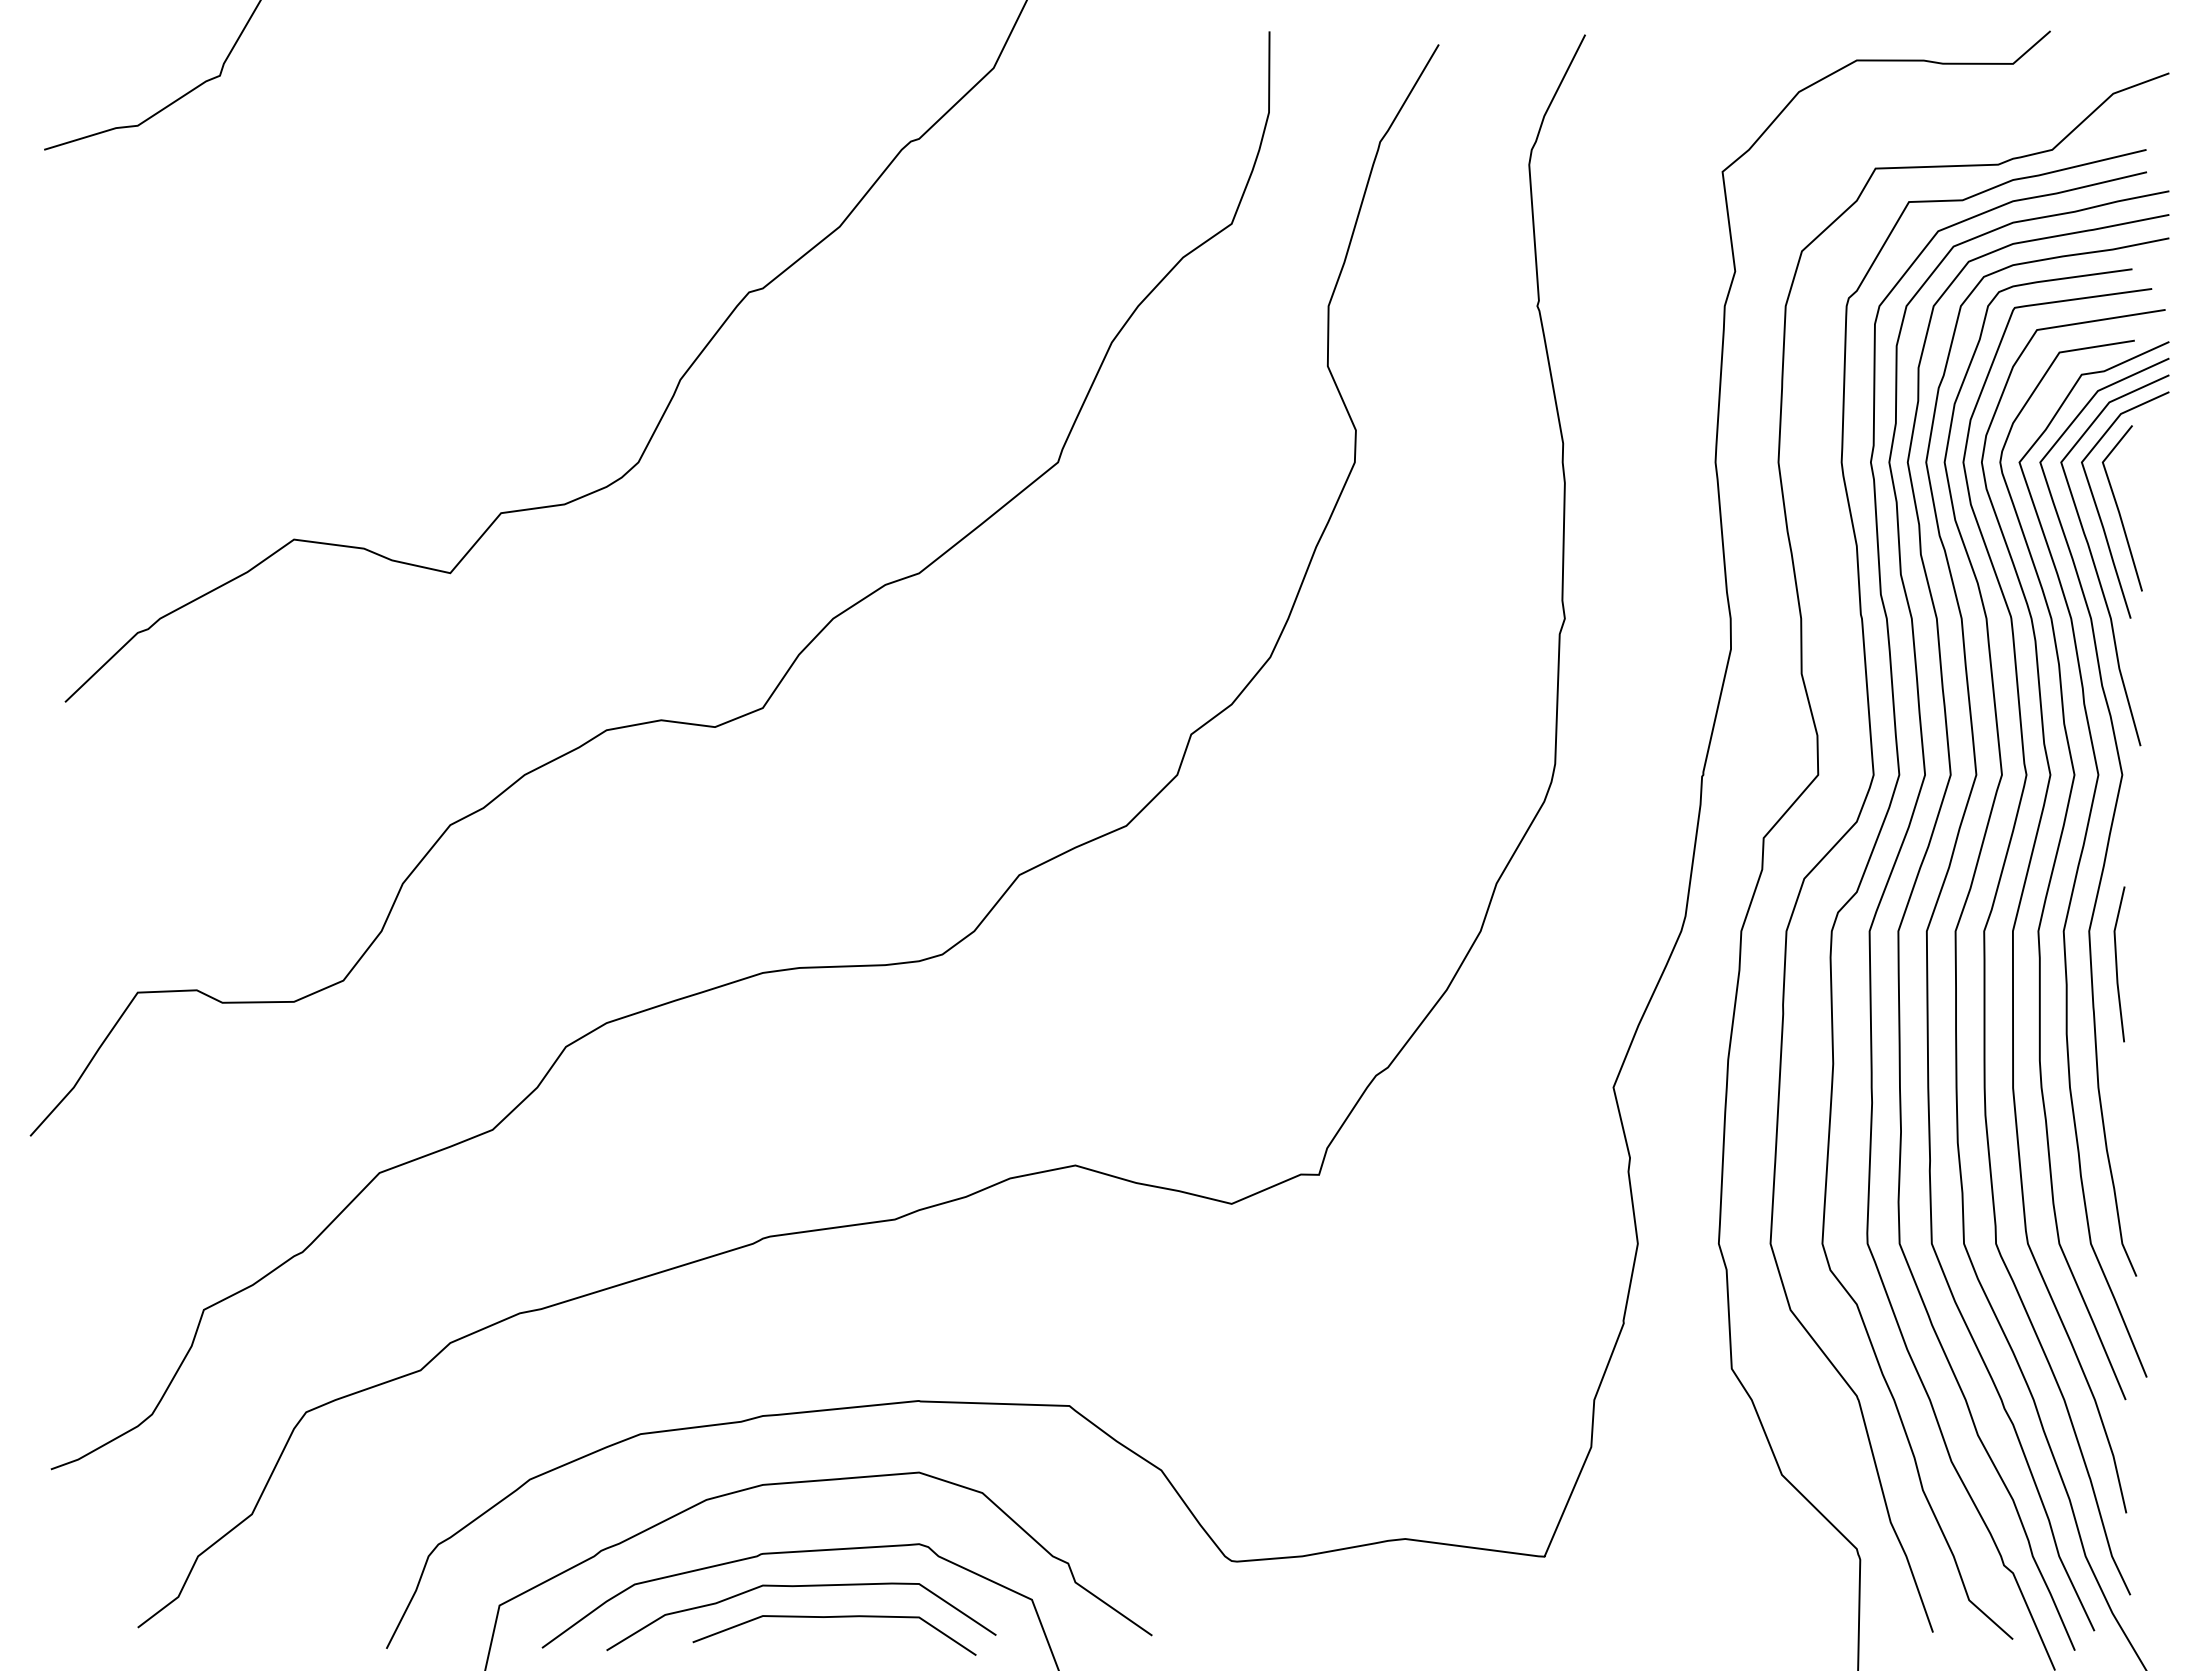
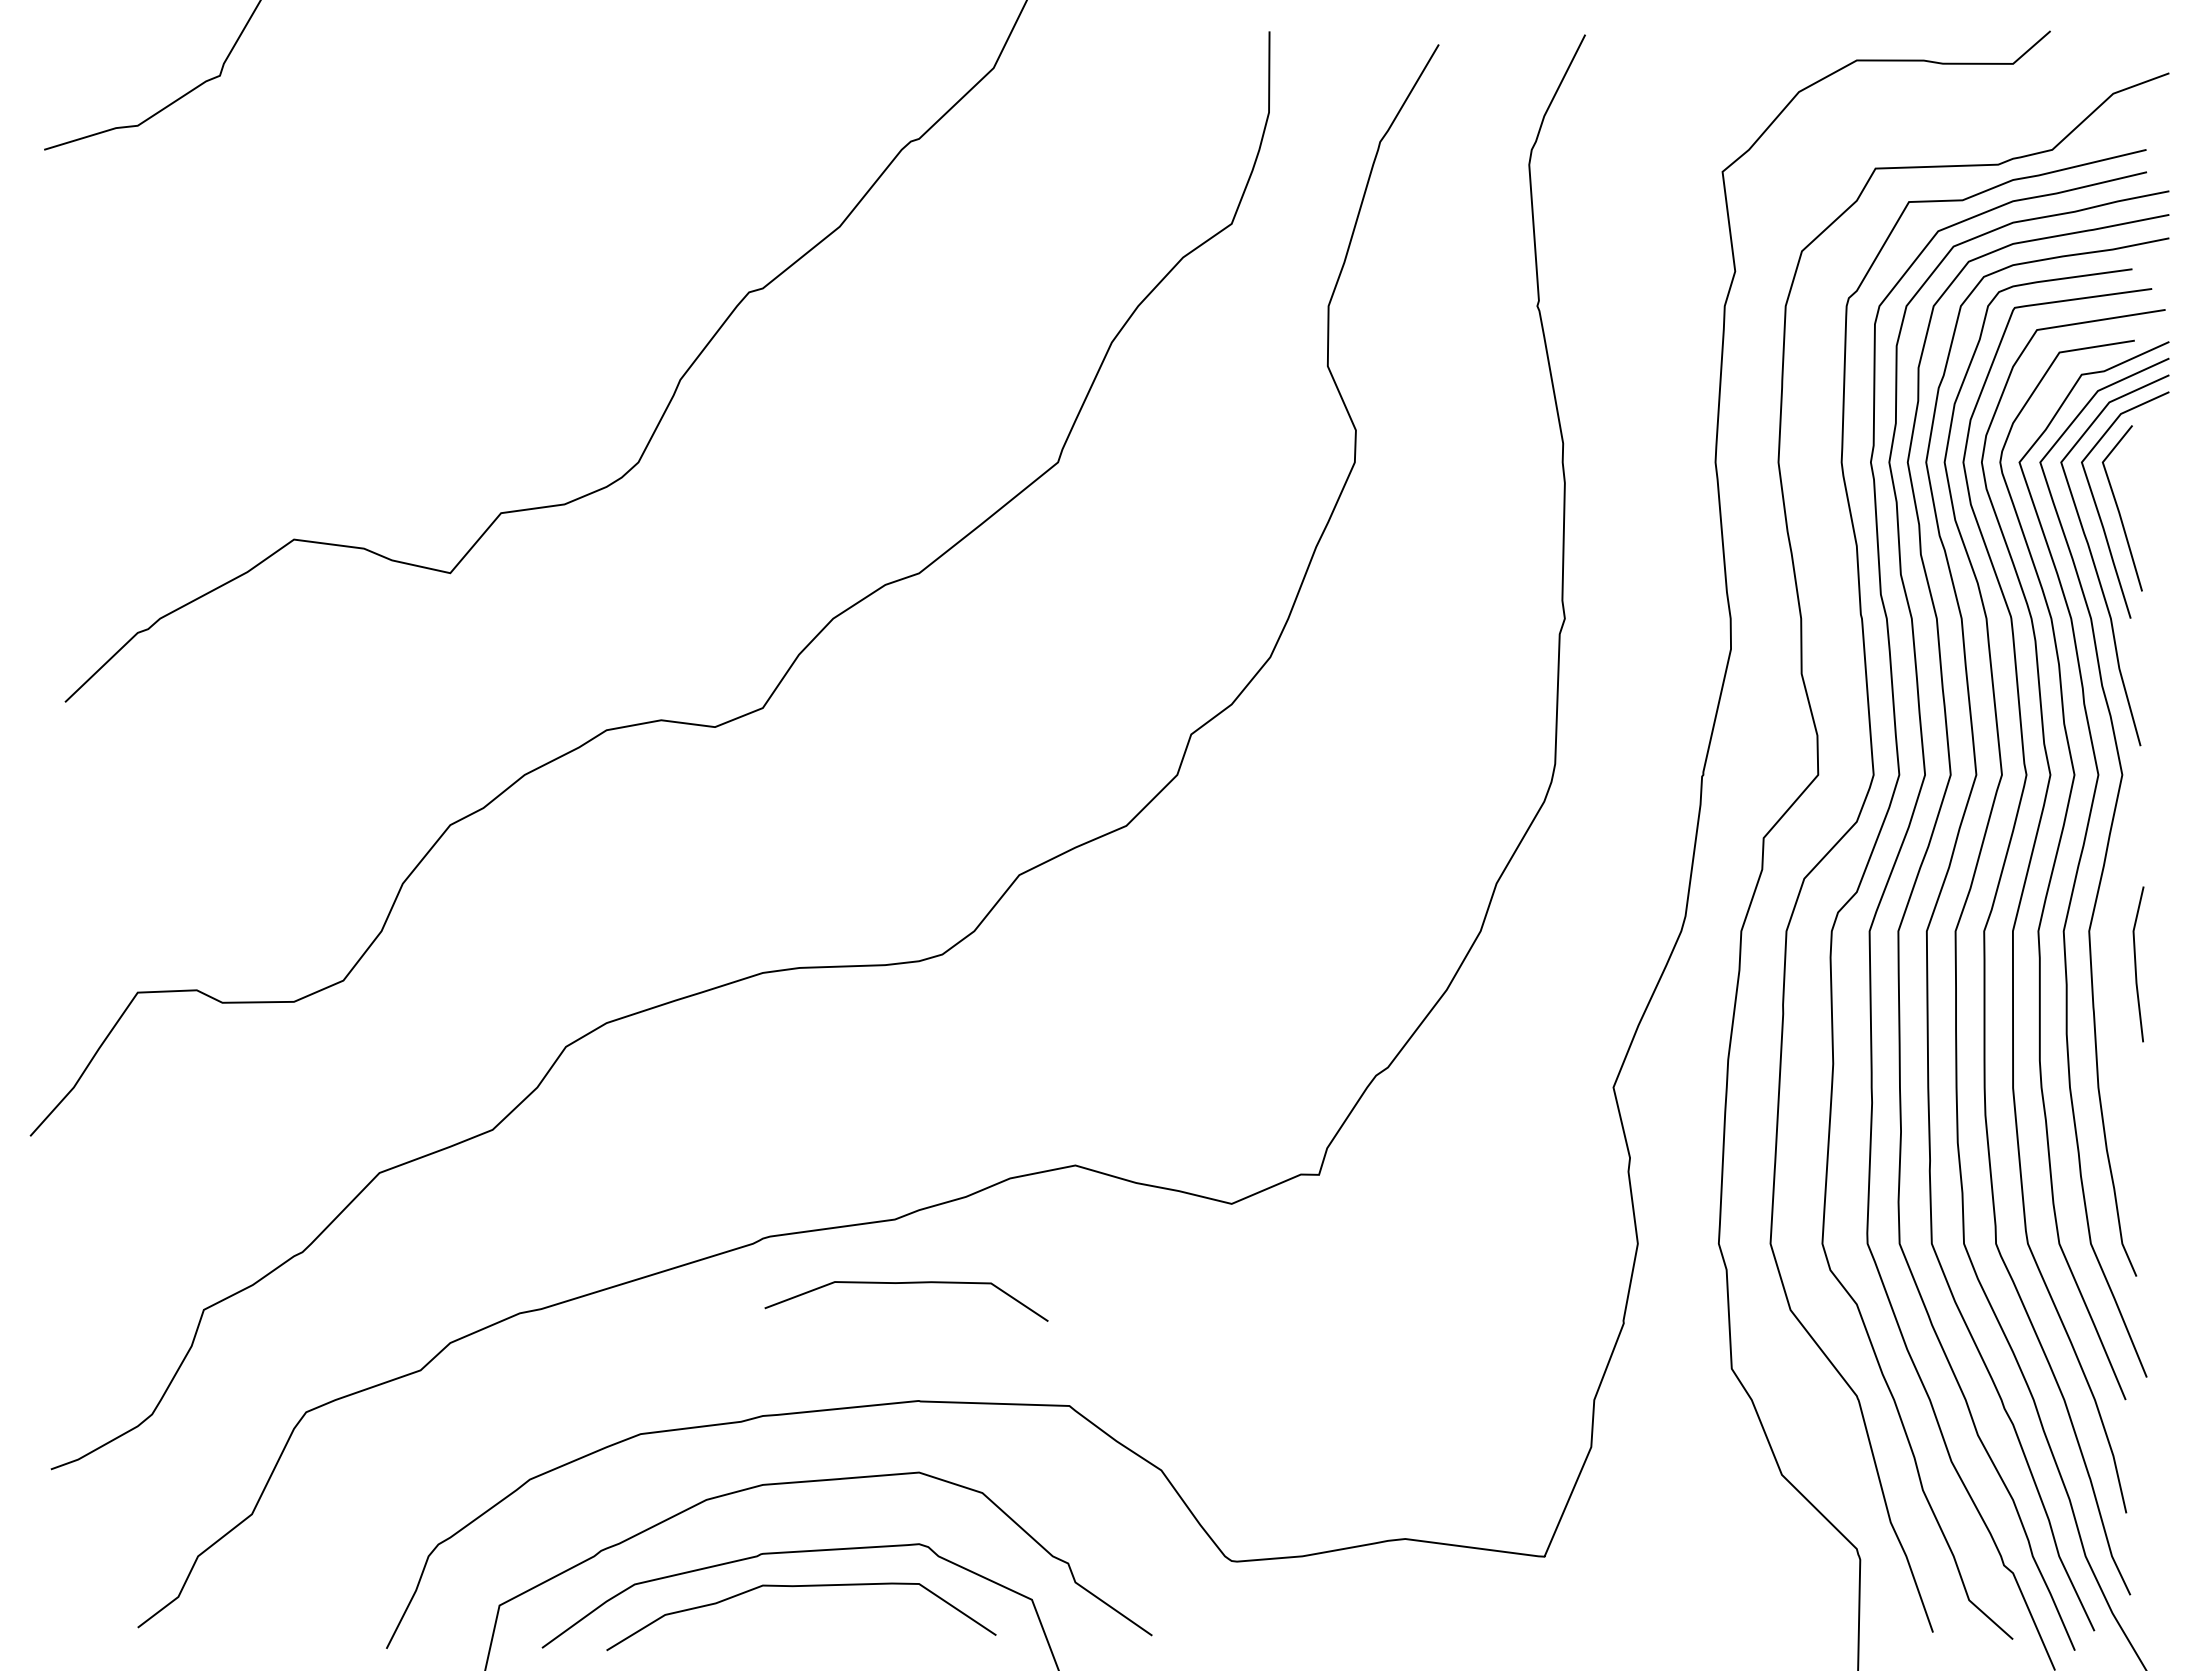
line at (2117, 964) position: (2117, 964) -> (2136, 964)
curve at (834, 1617) position: (834, 1617) -> (906, 1283)
